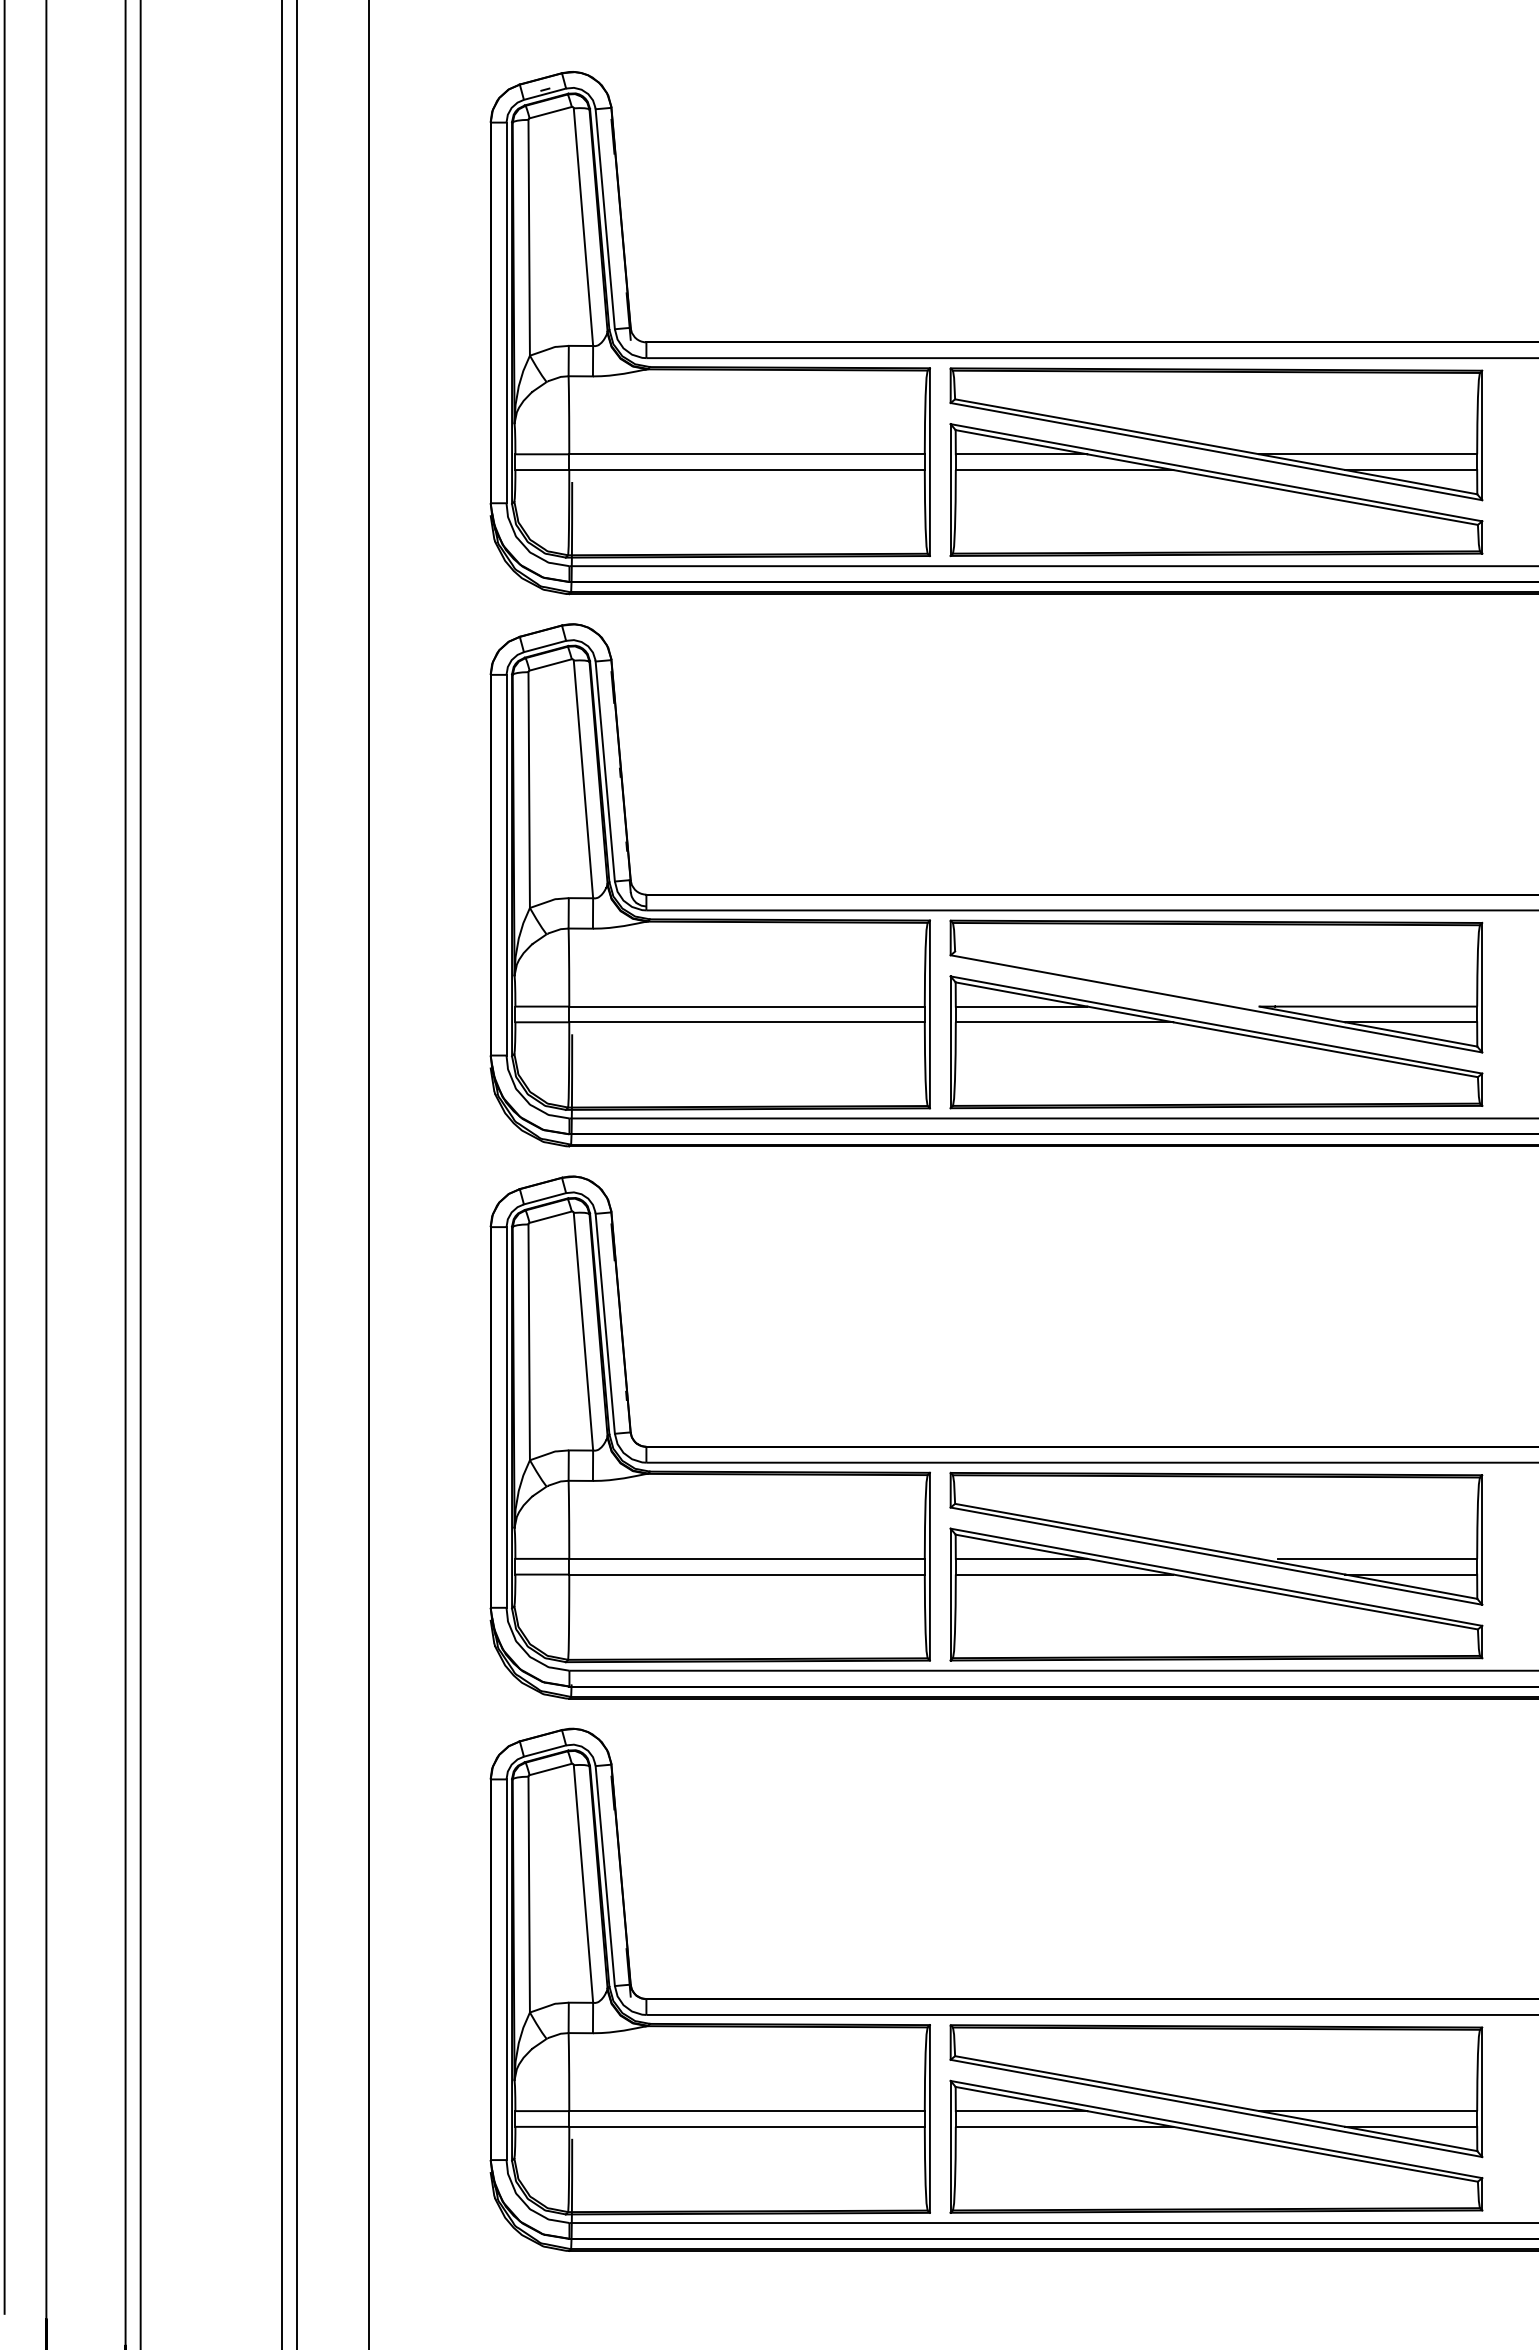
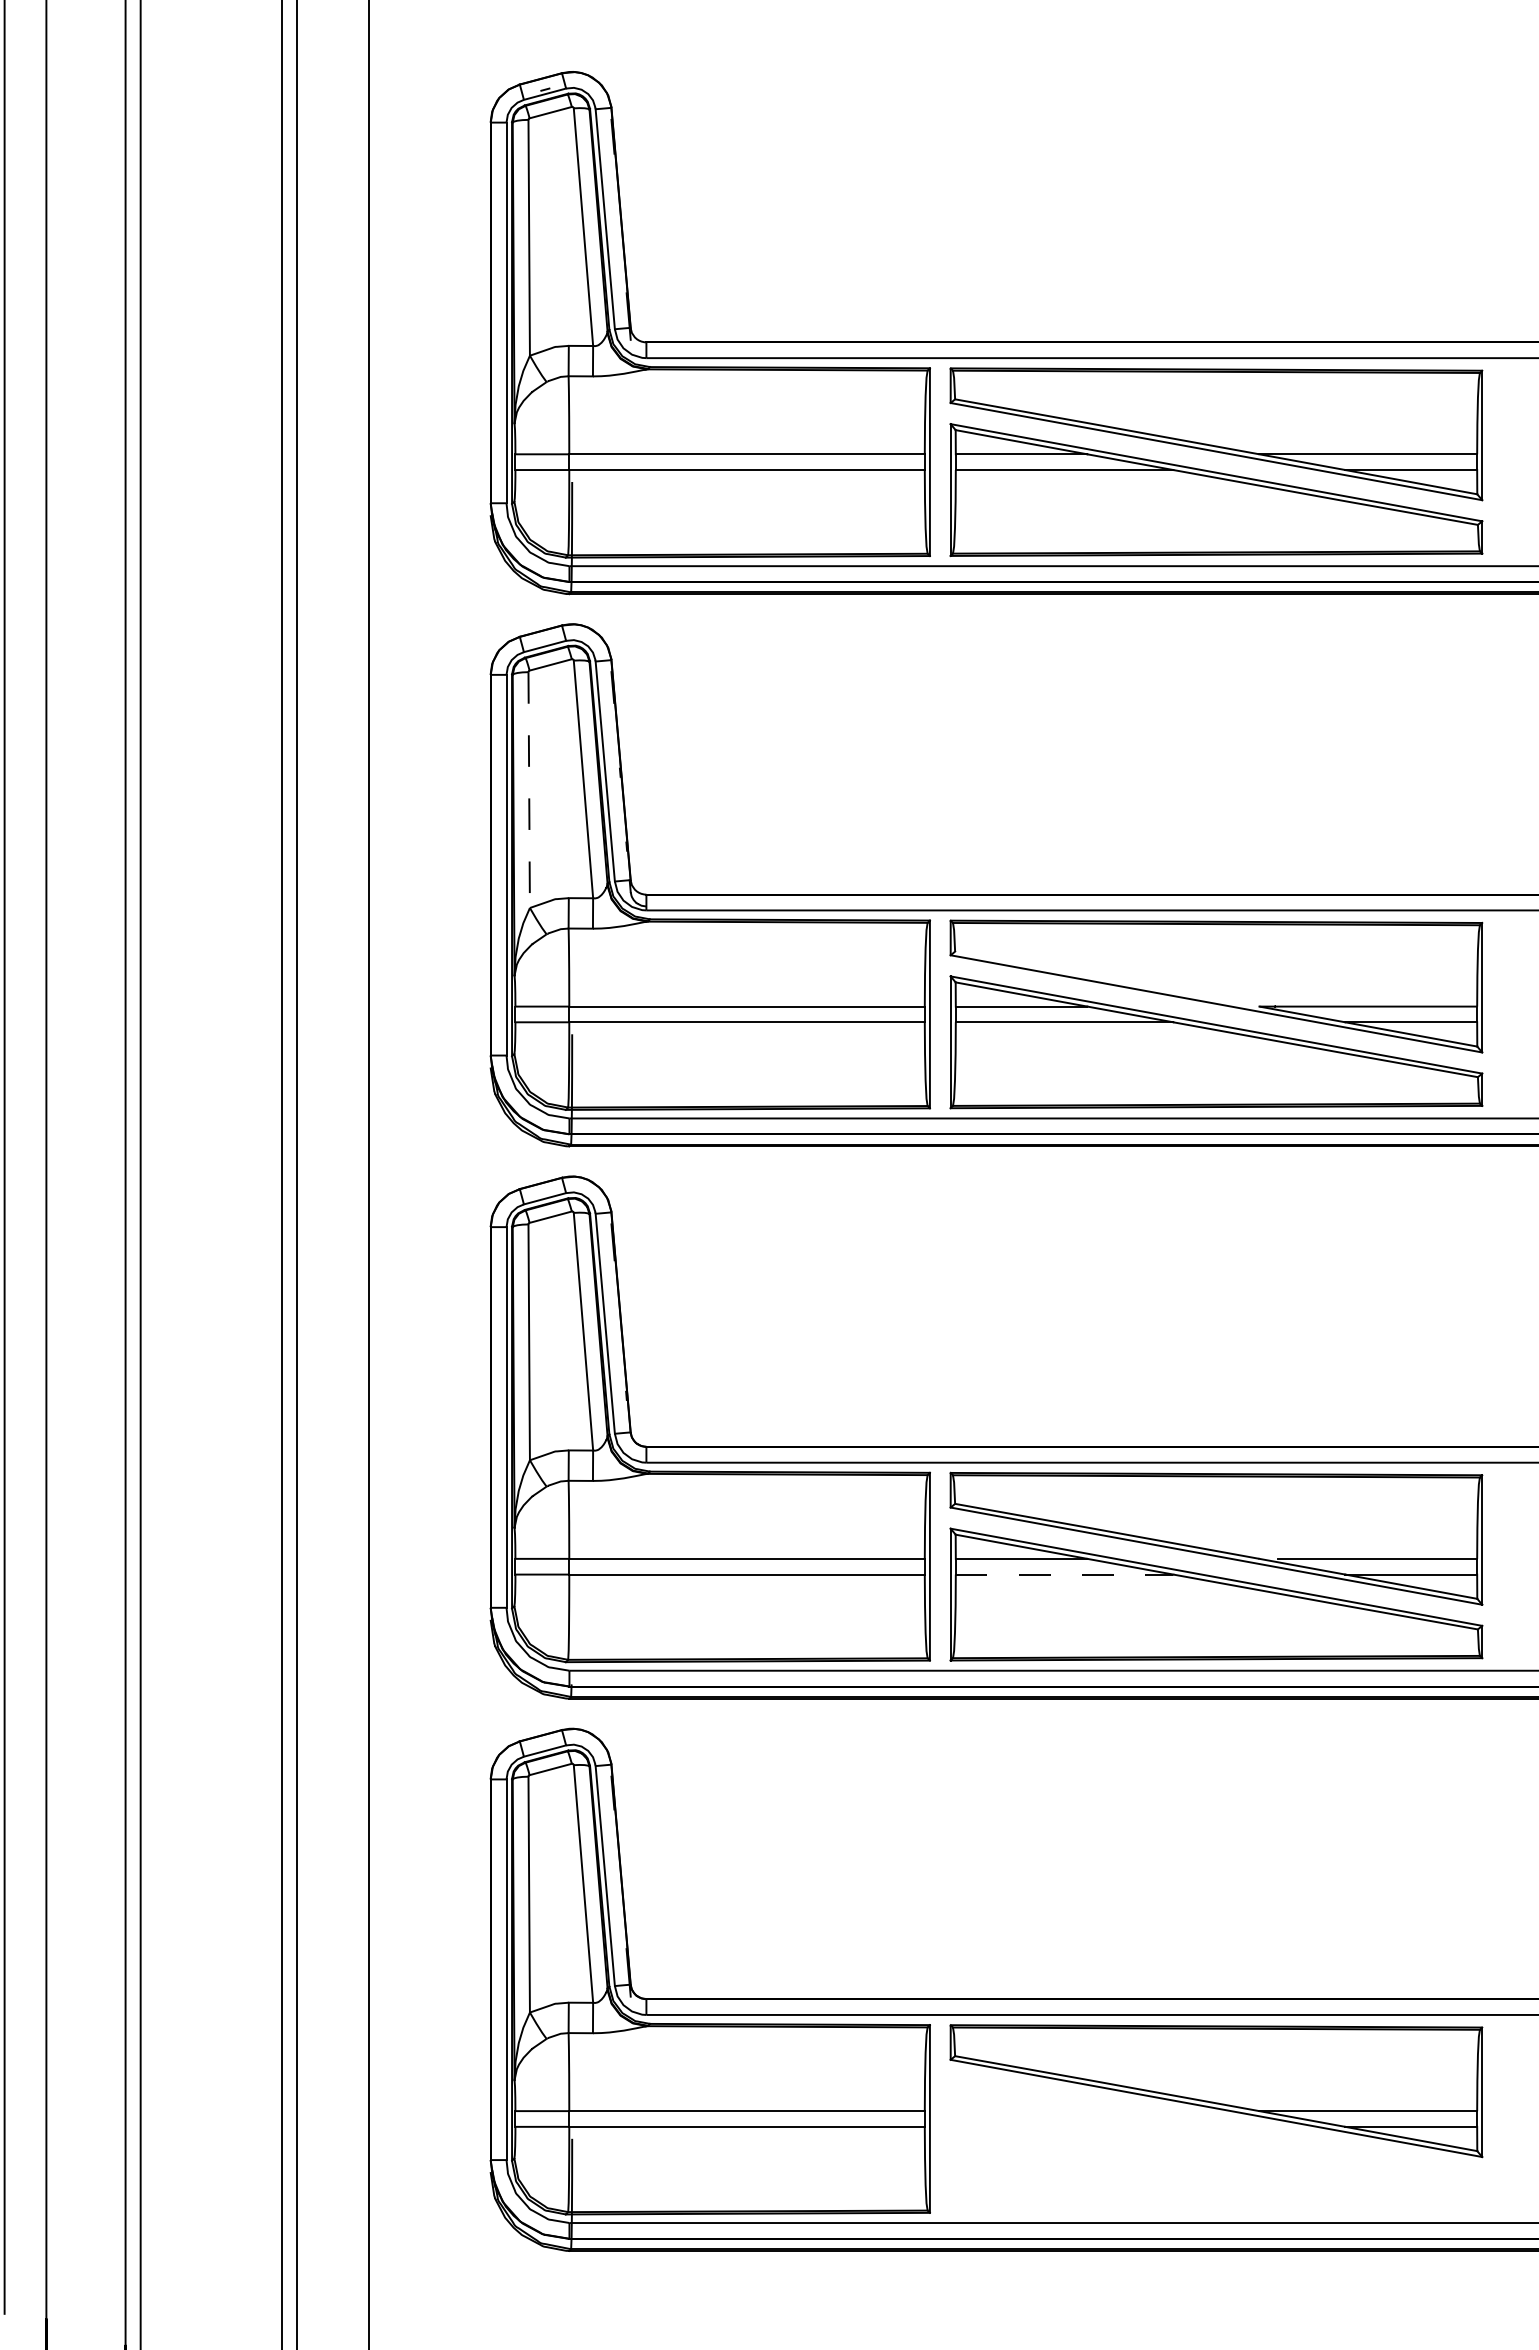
line at (529, 790): solid -> dashed
line at (1064, 1574): solid -> dashed
part at (1216, 2146): present -> none
